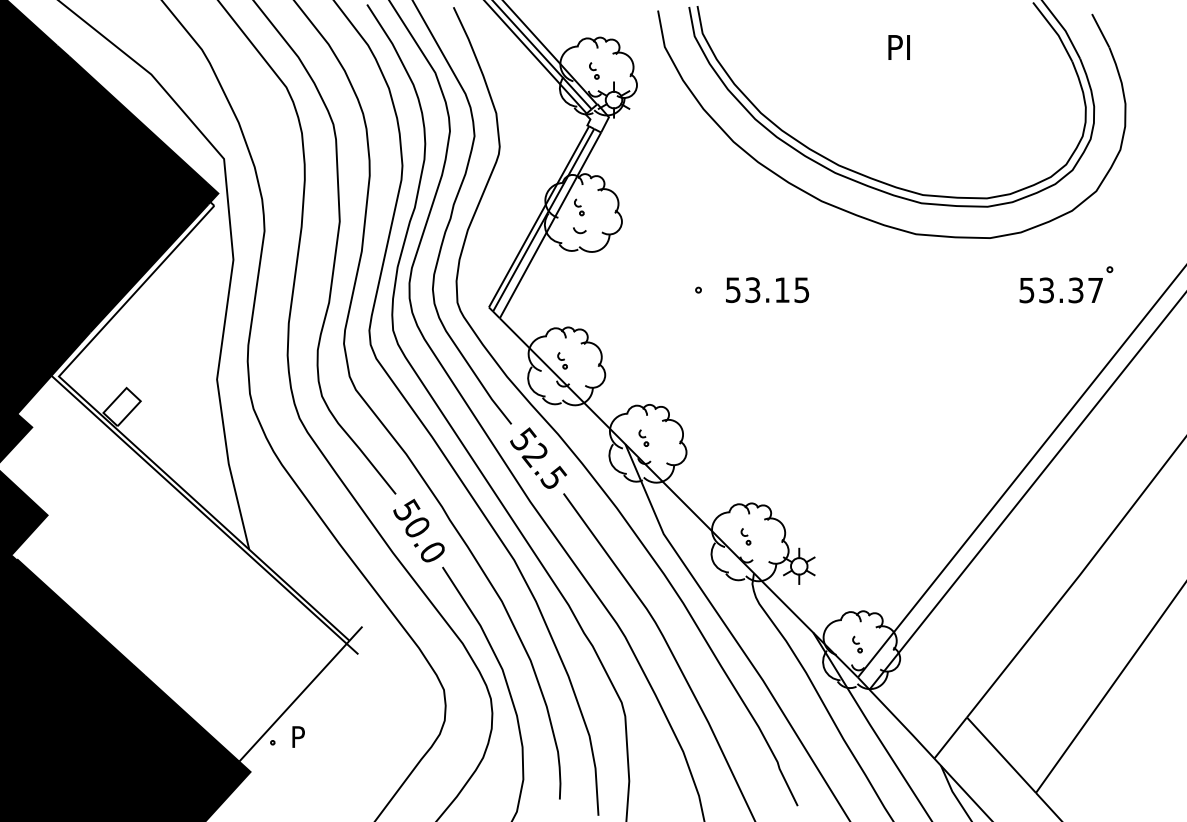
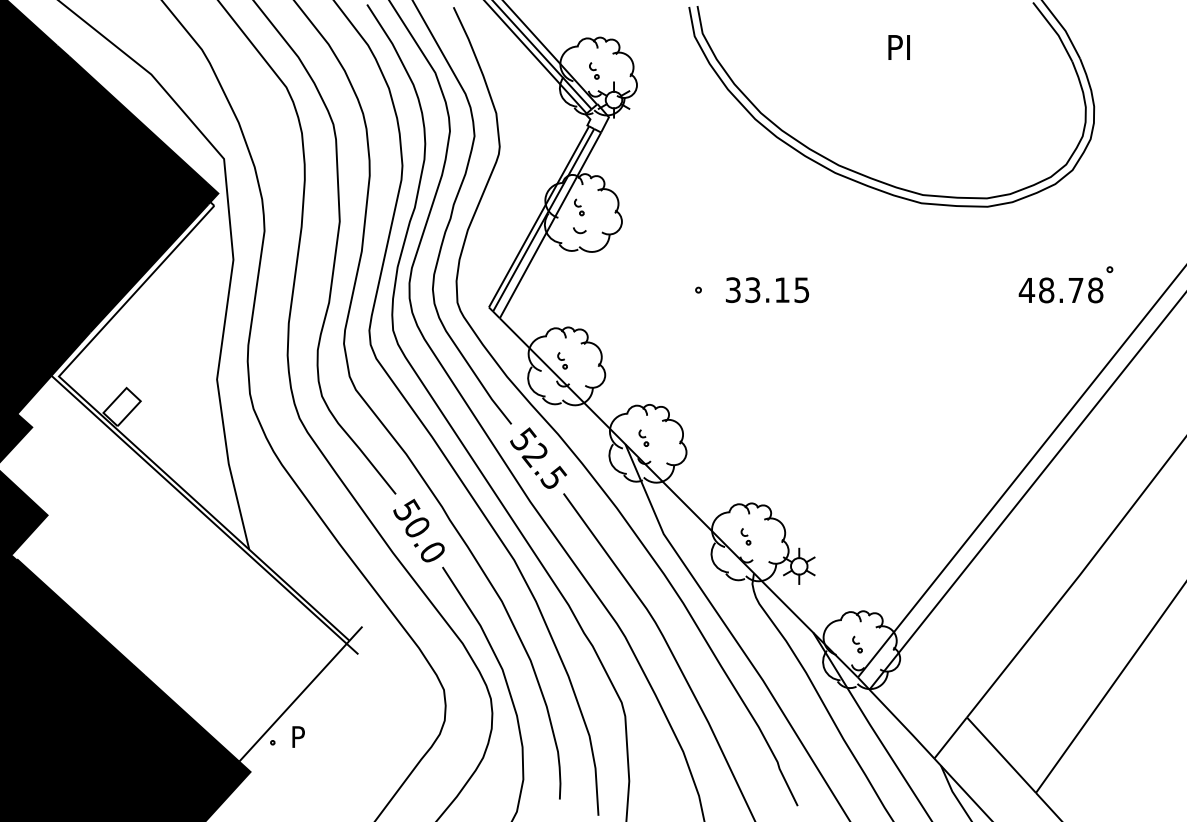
part at (855, 213): present -> none
text at (733, 289): 53.15 -> 33.15
text at (1060, 290): 53.37 -> 48.78
